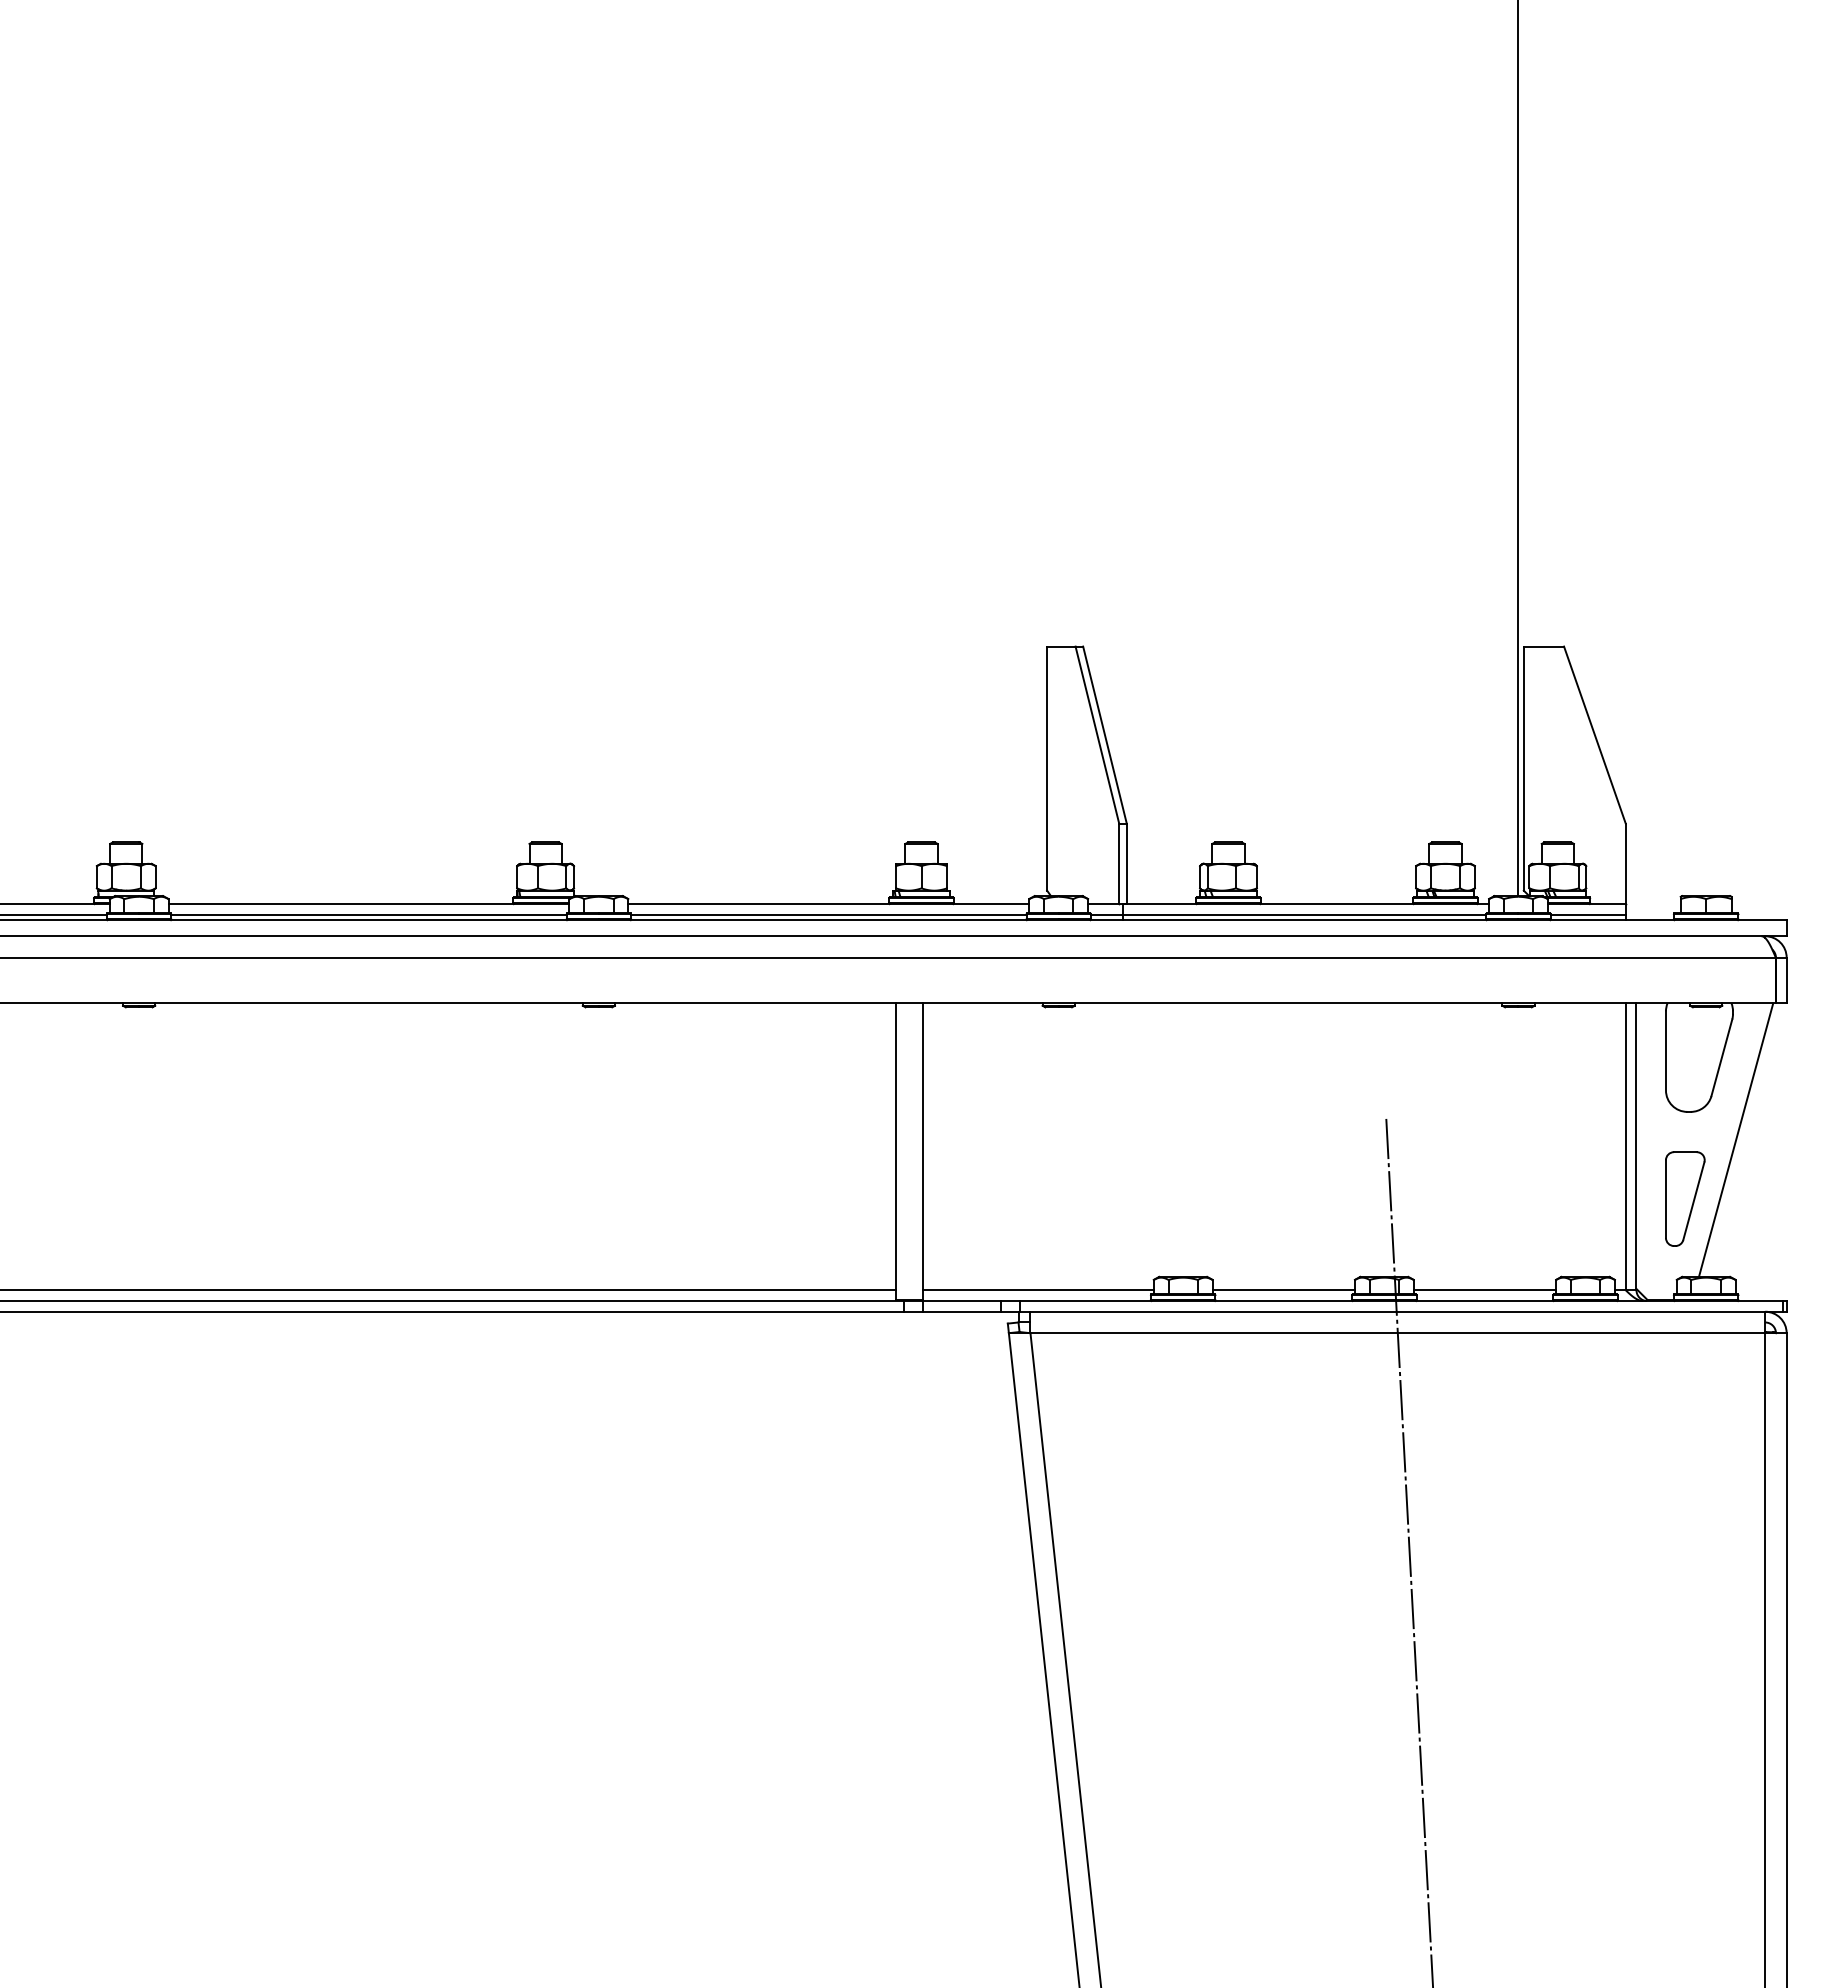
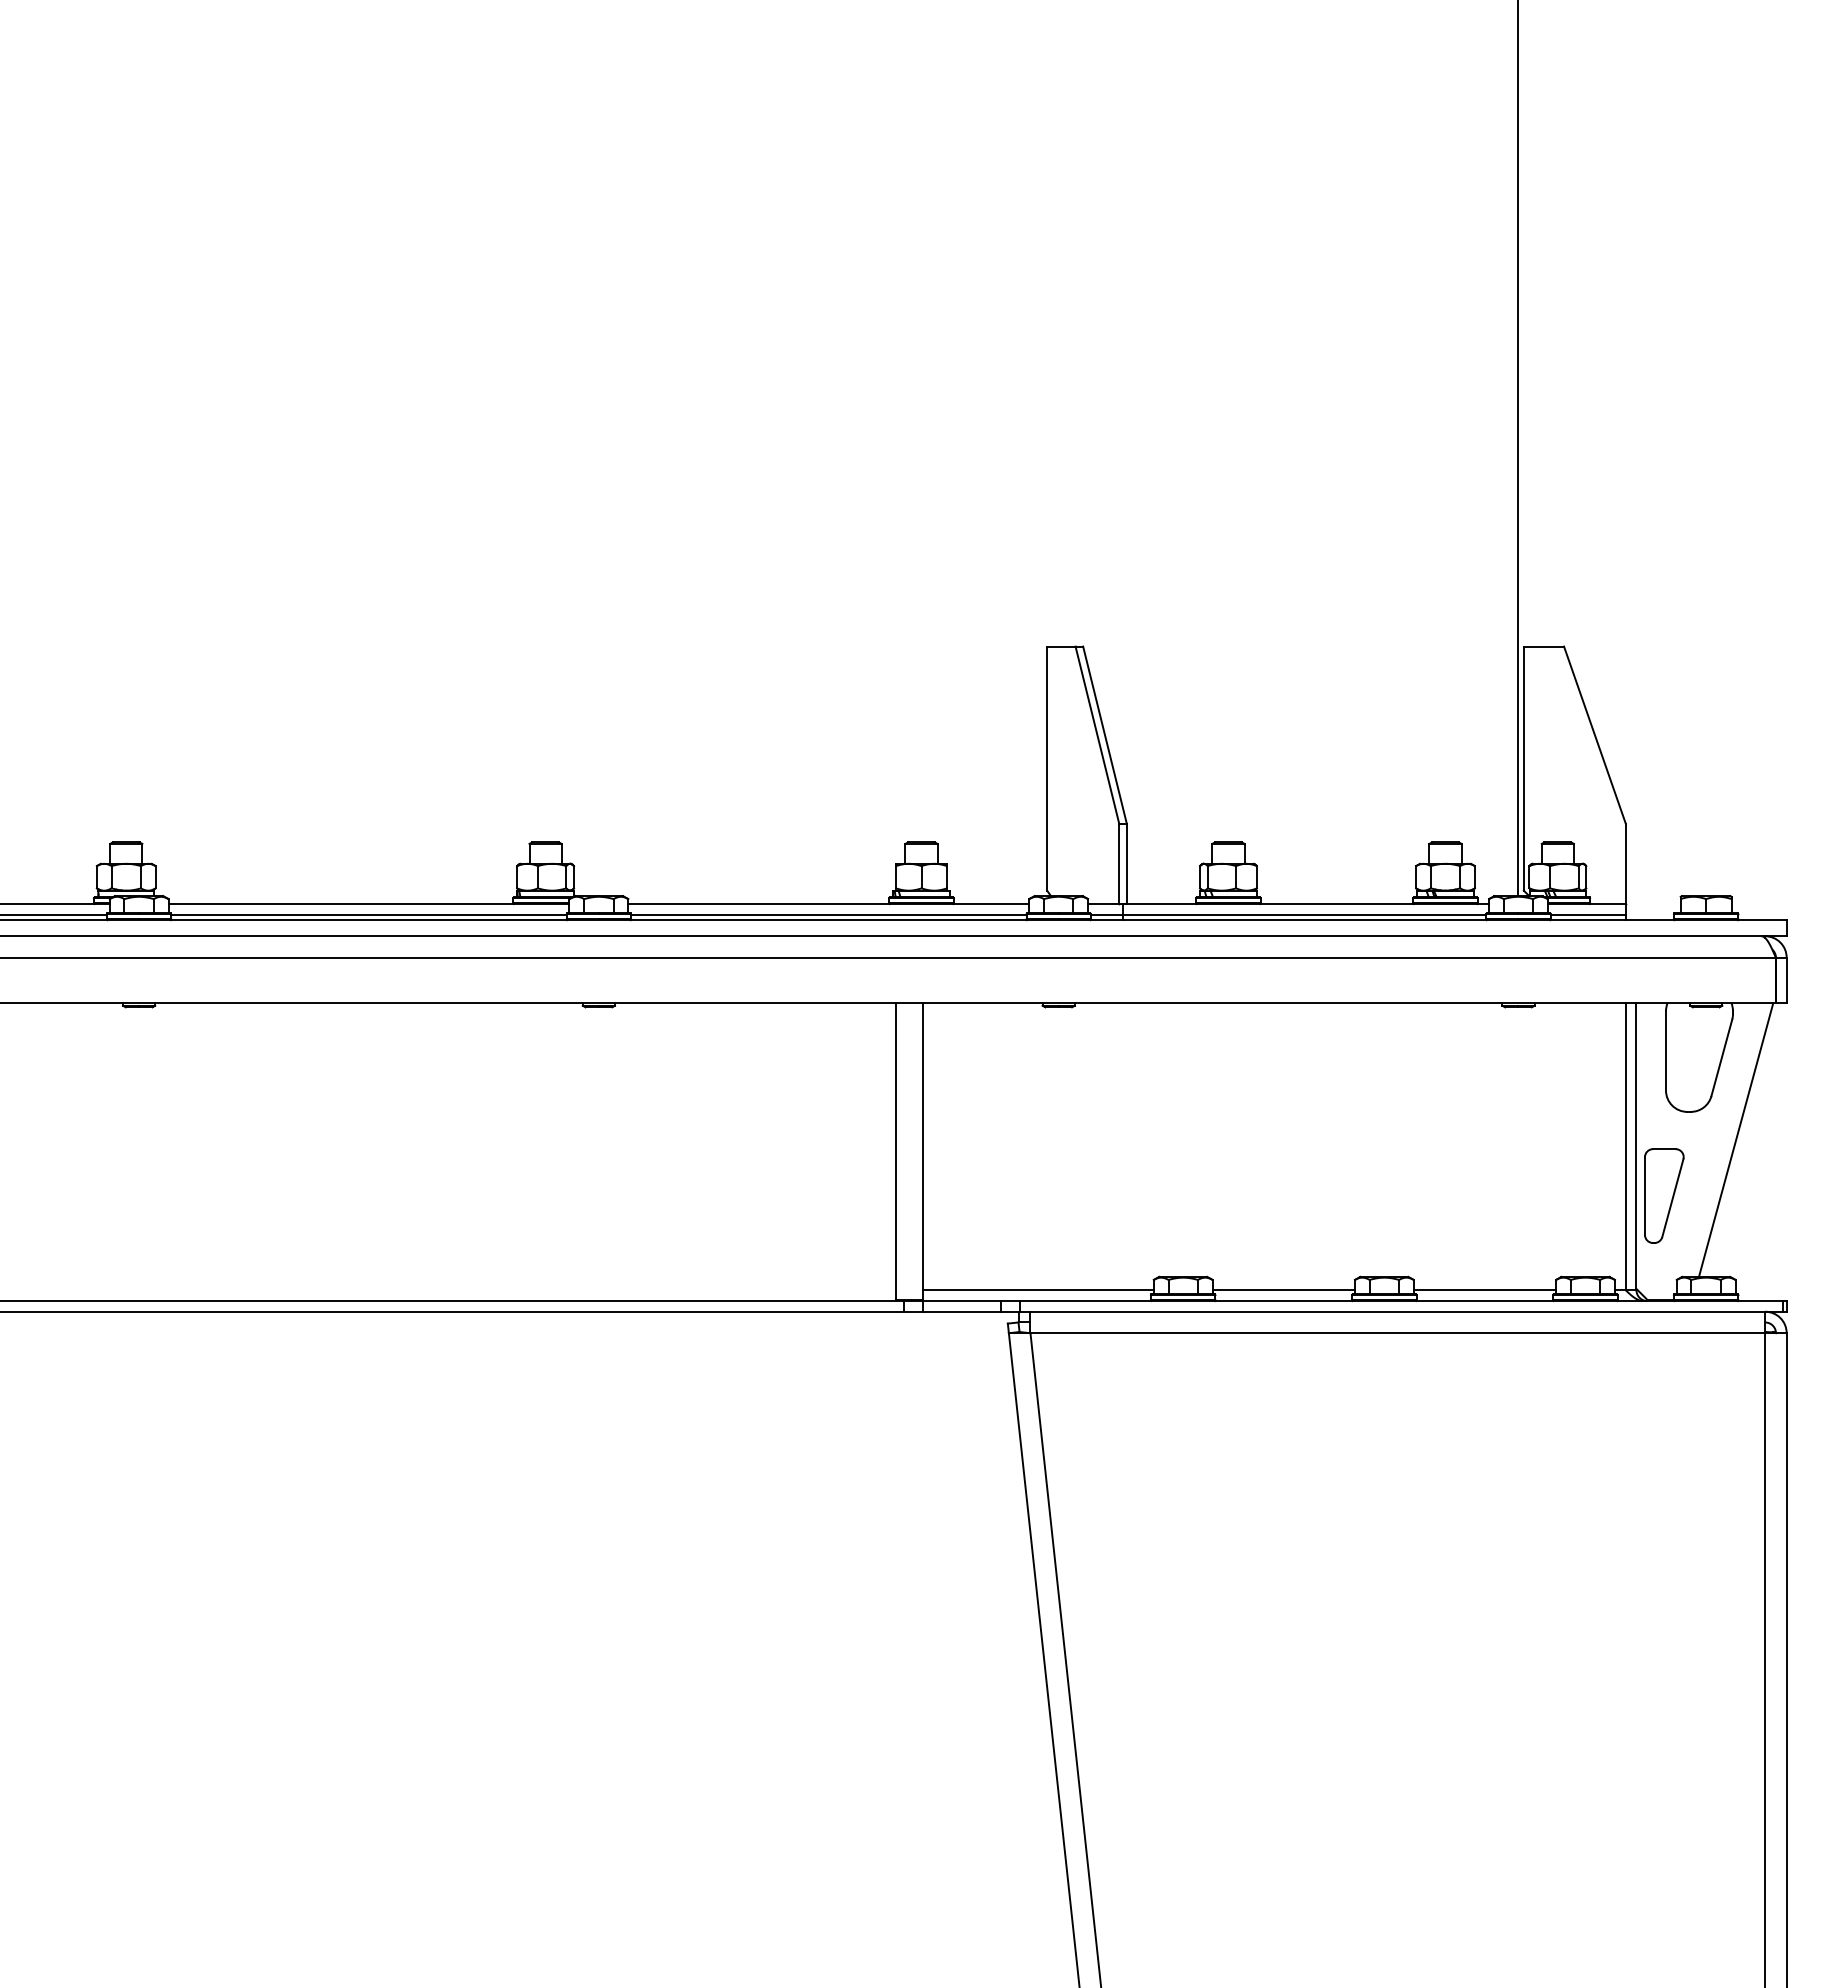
part at (1685, 1198) position: (1685, 1198) -> (1664, 1195)
line at (449, 1290): present -> none
line at (1409, 1551): present -> none
